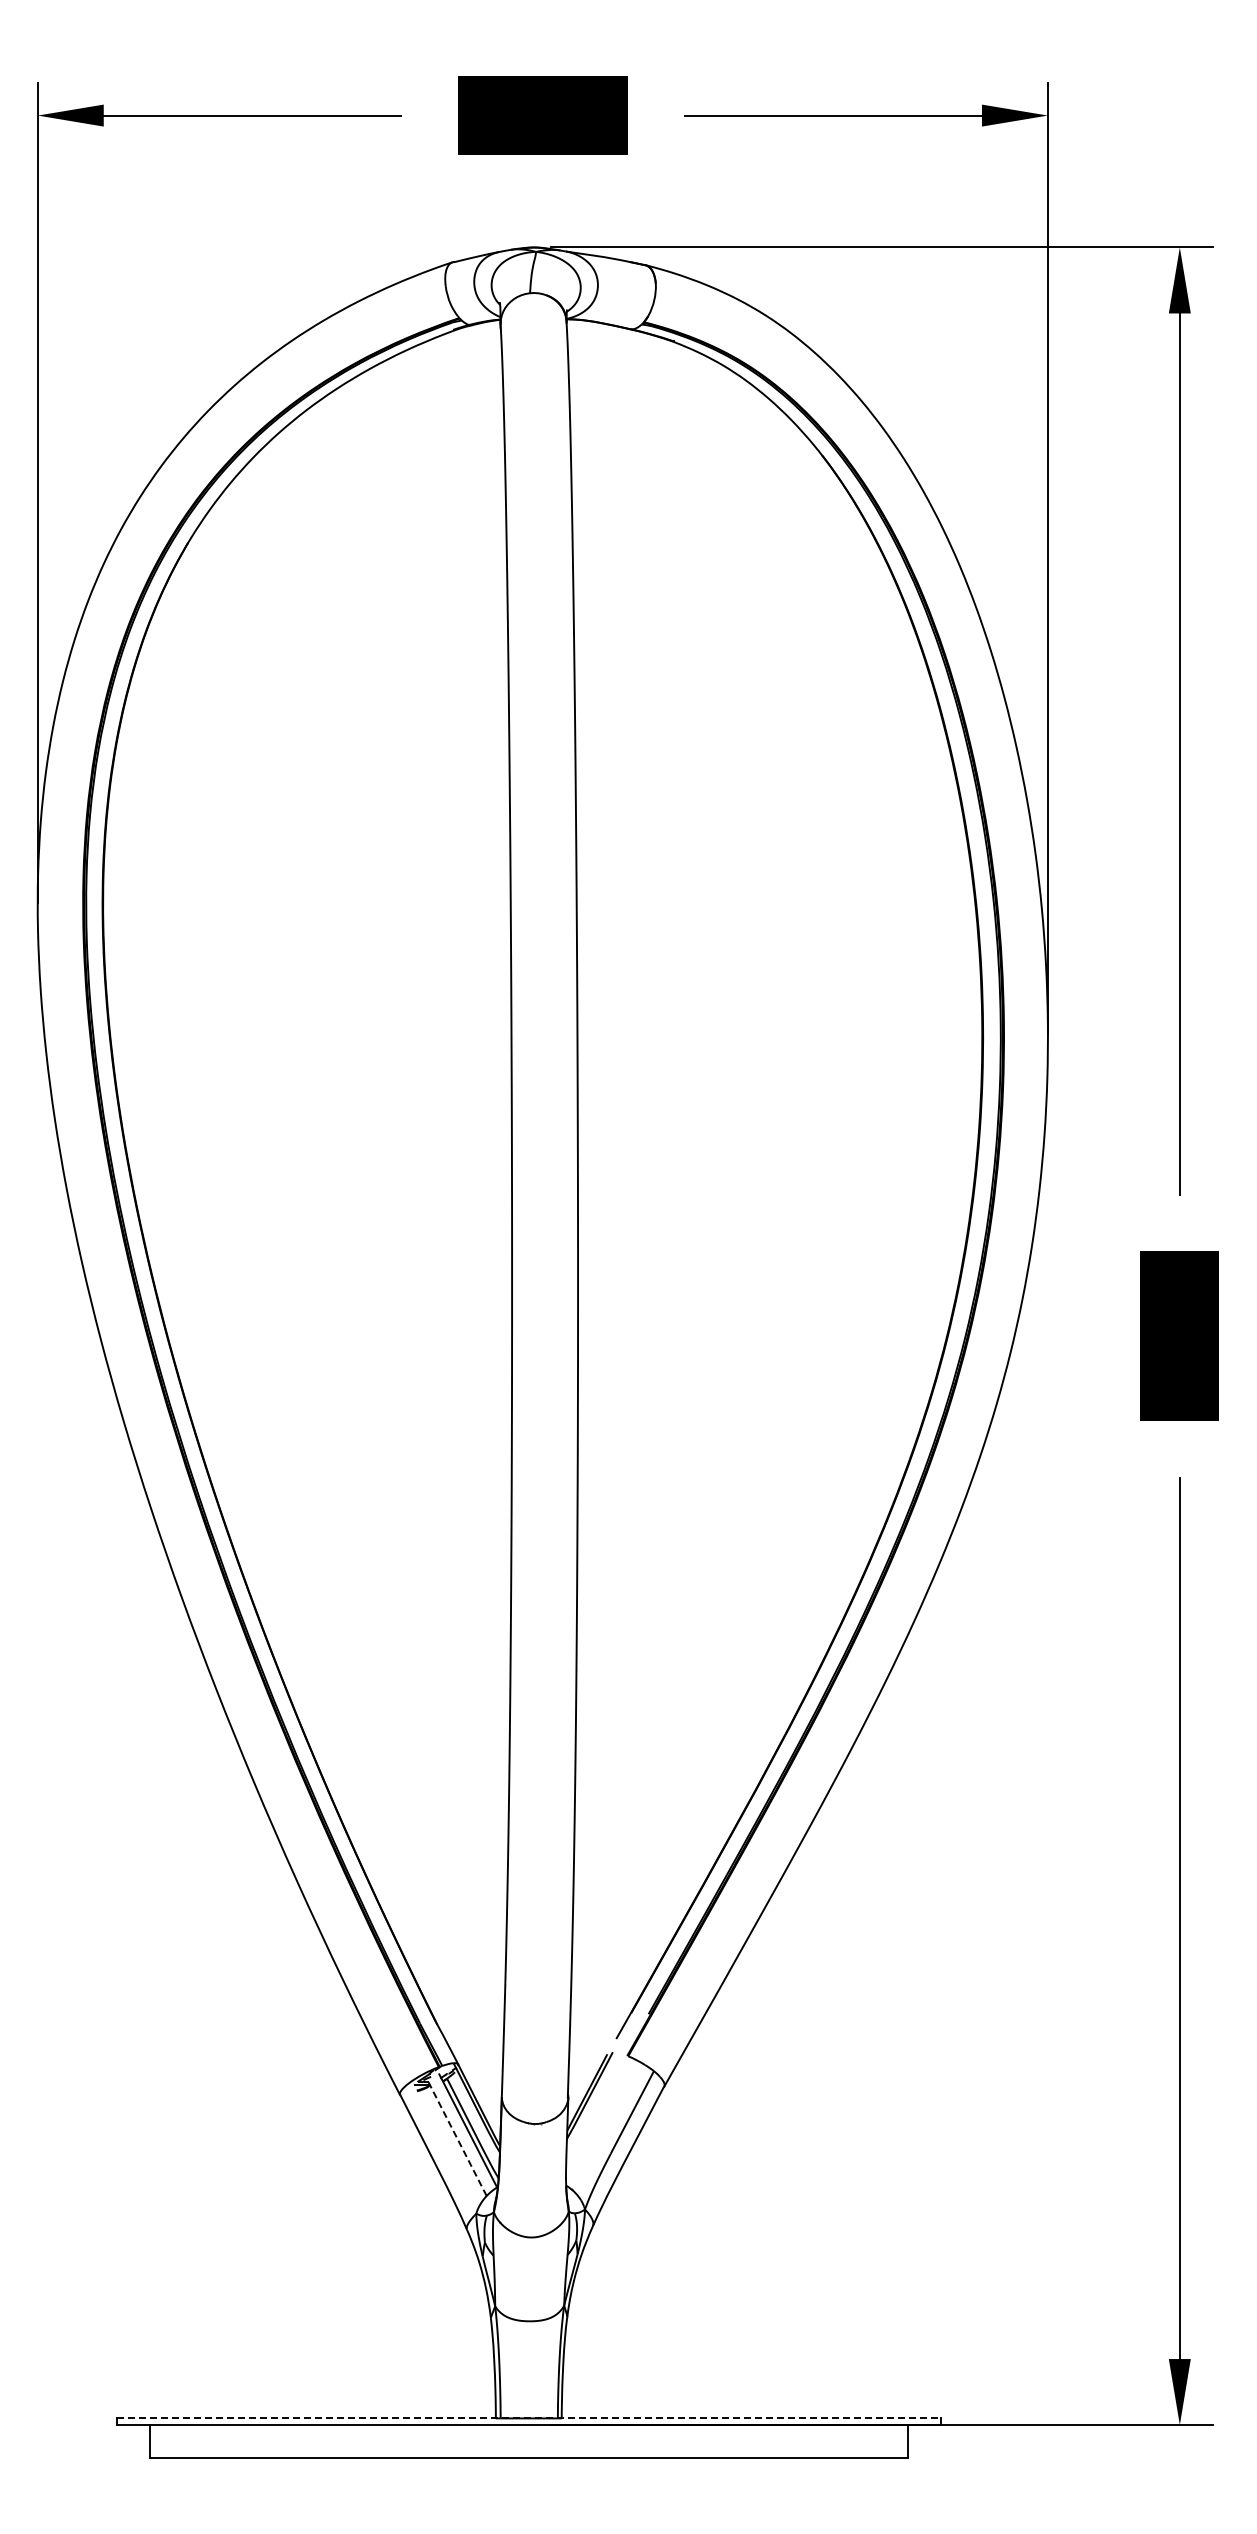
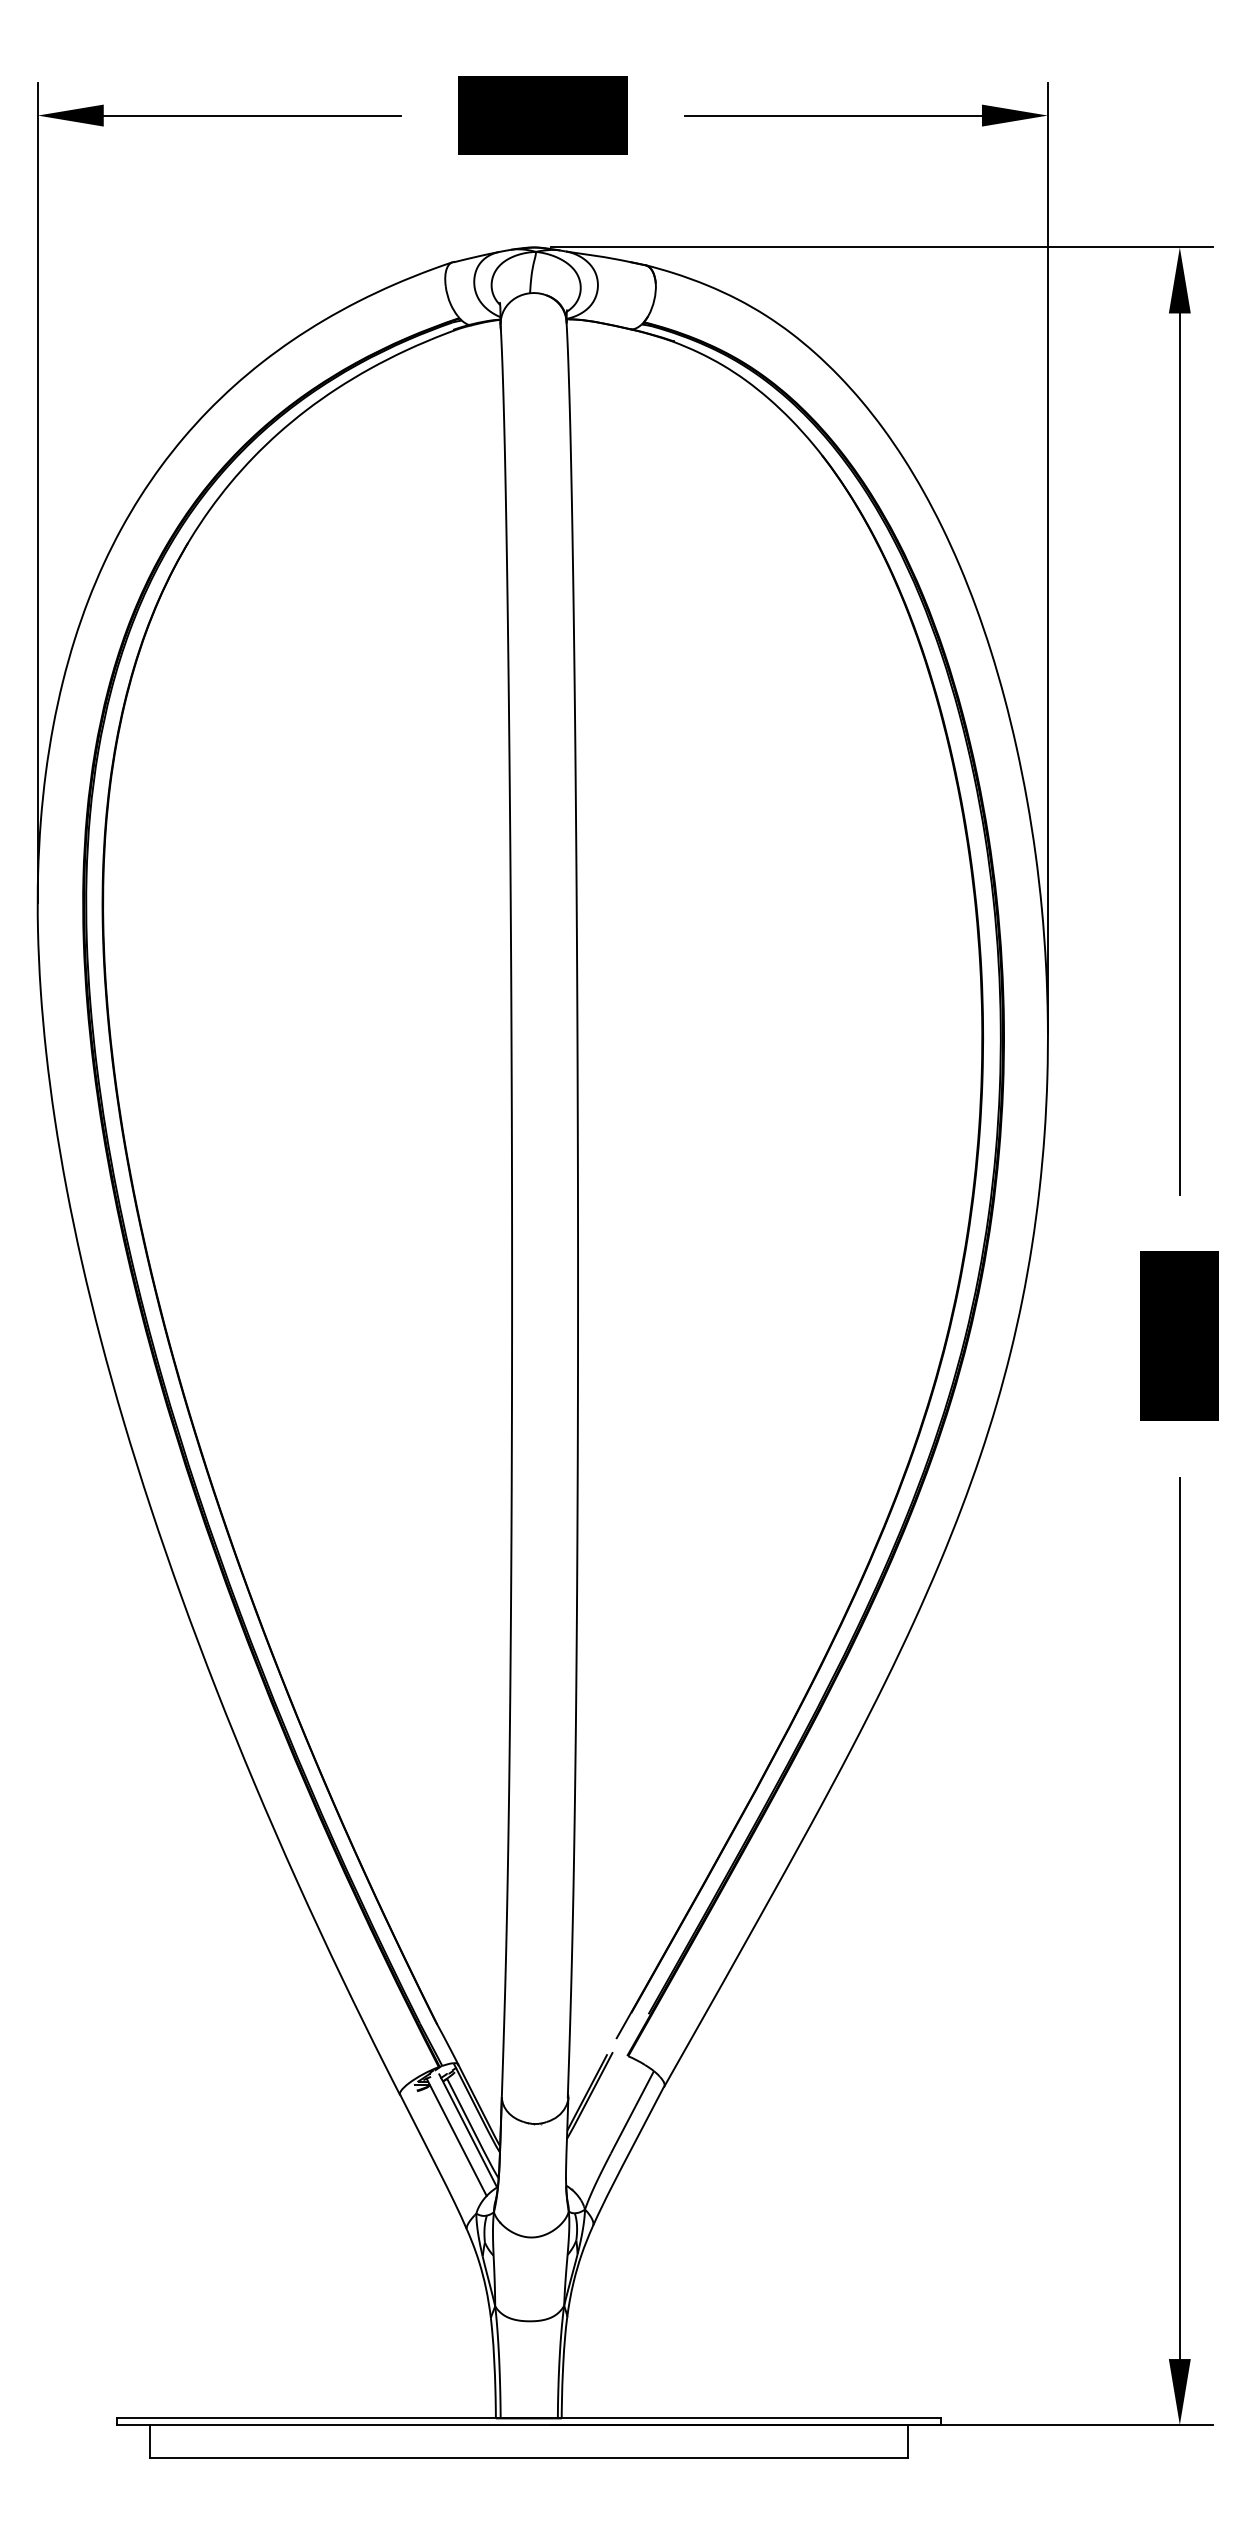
line at (456, 2137): dashed -> solid
line at (529, 2418): dashed -> solid
